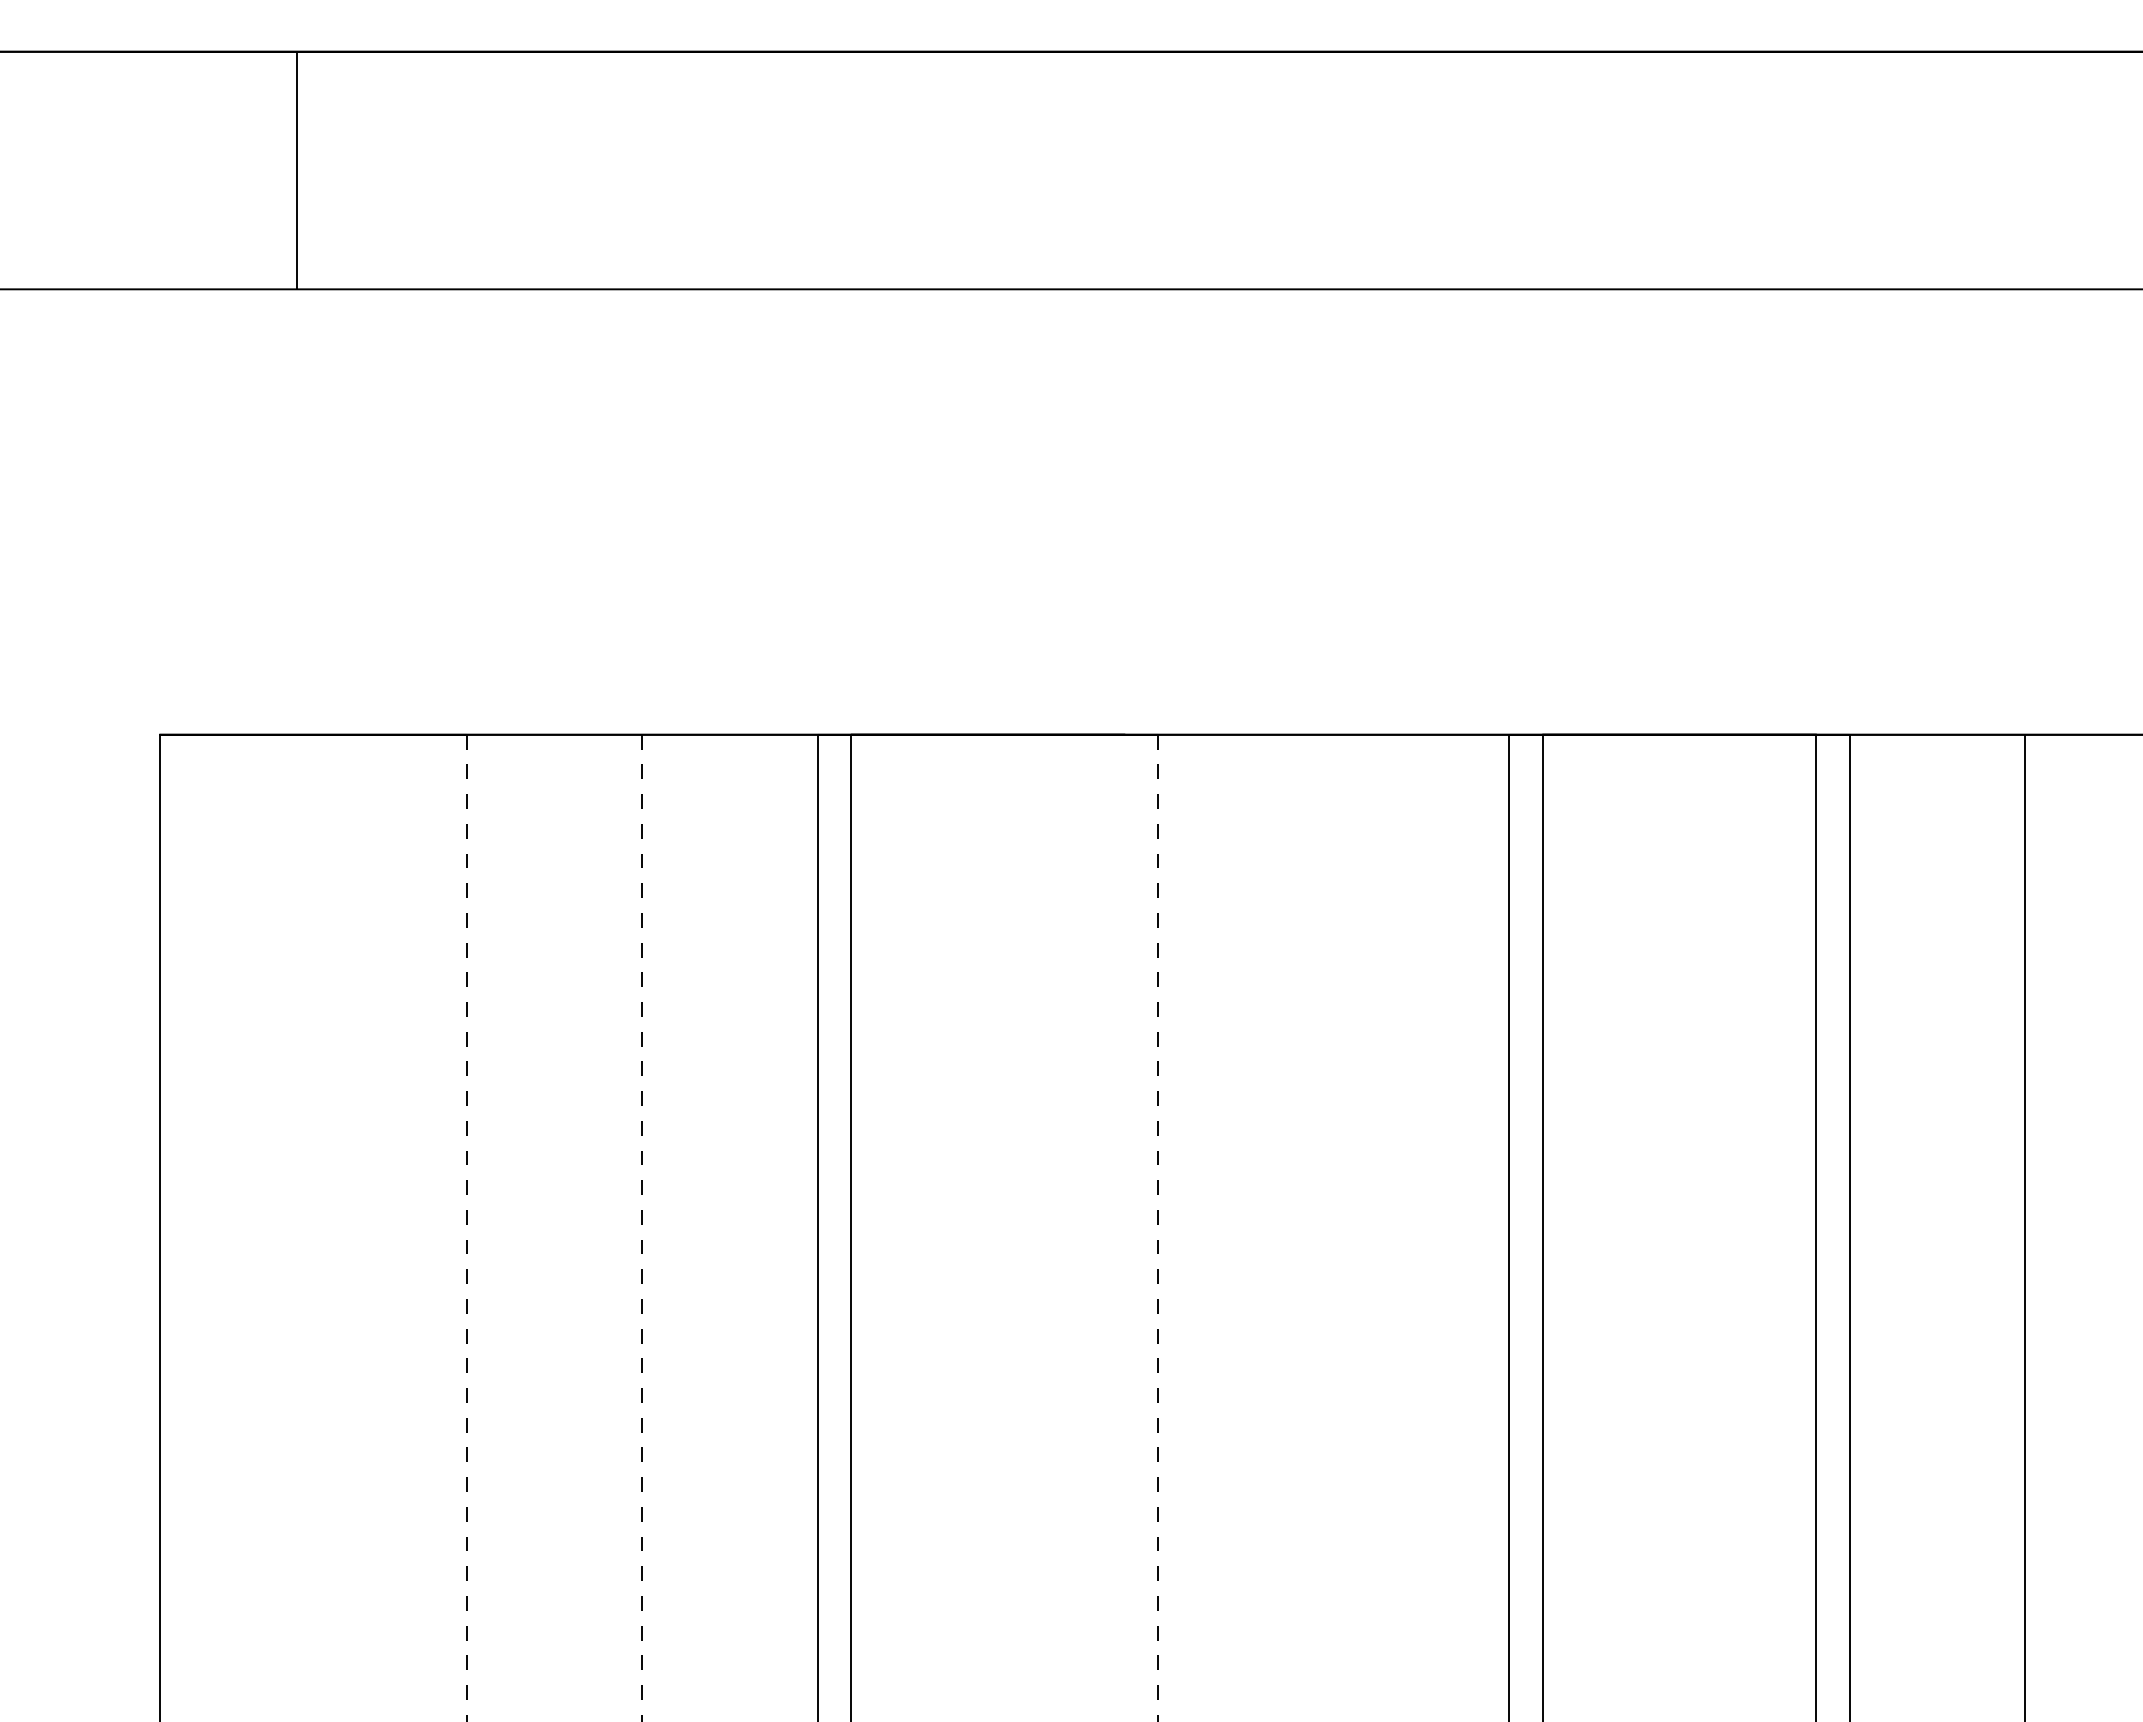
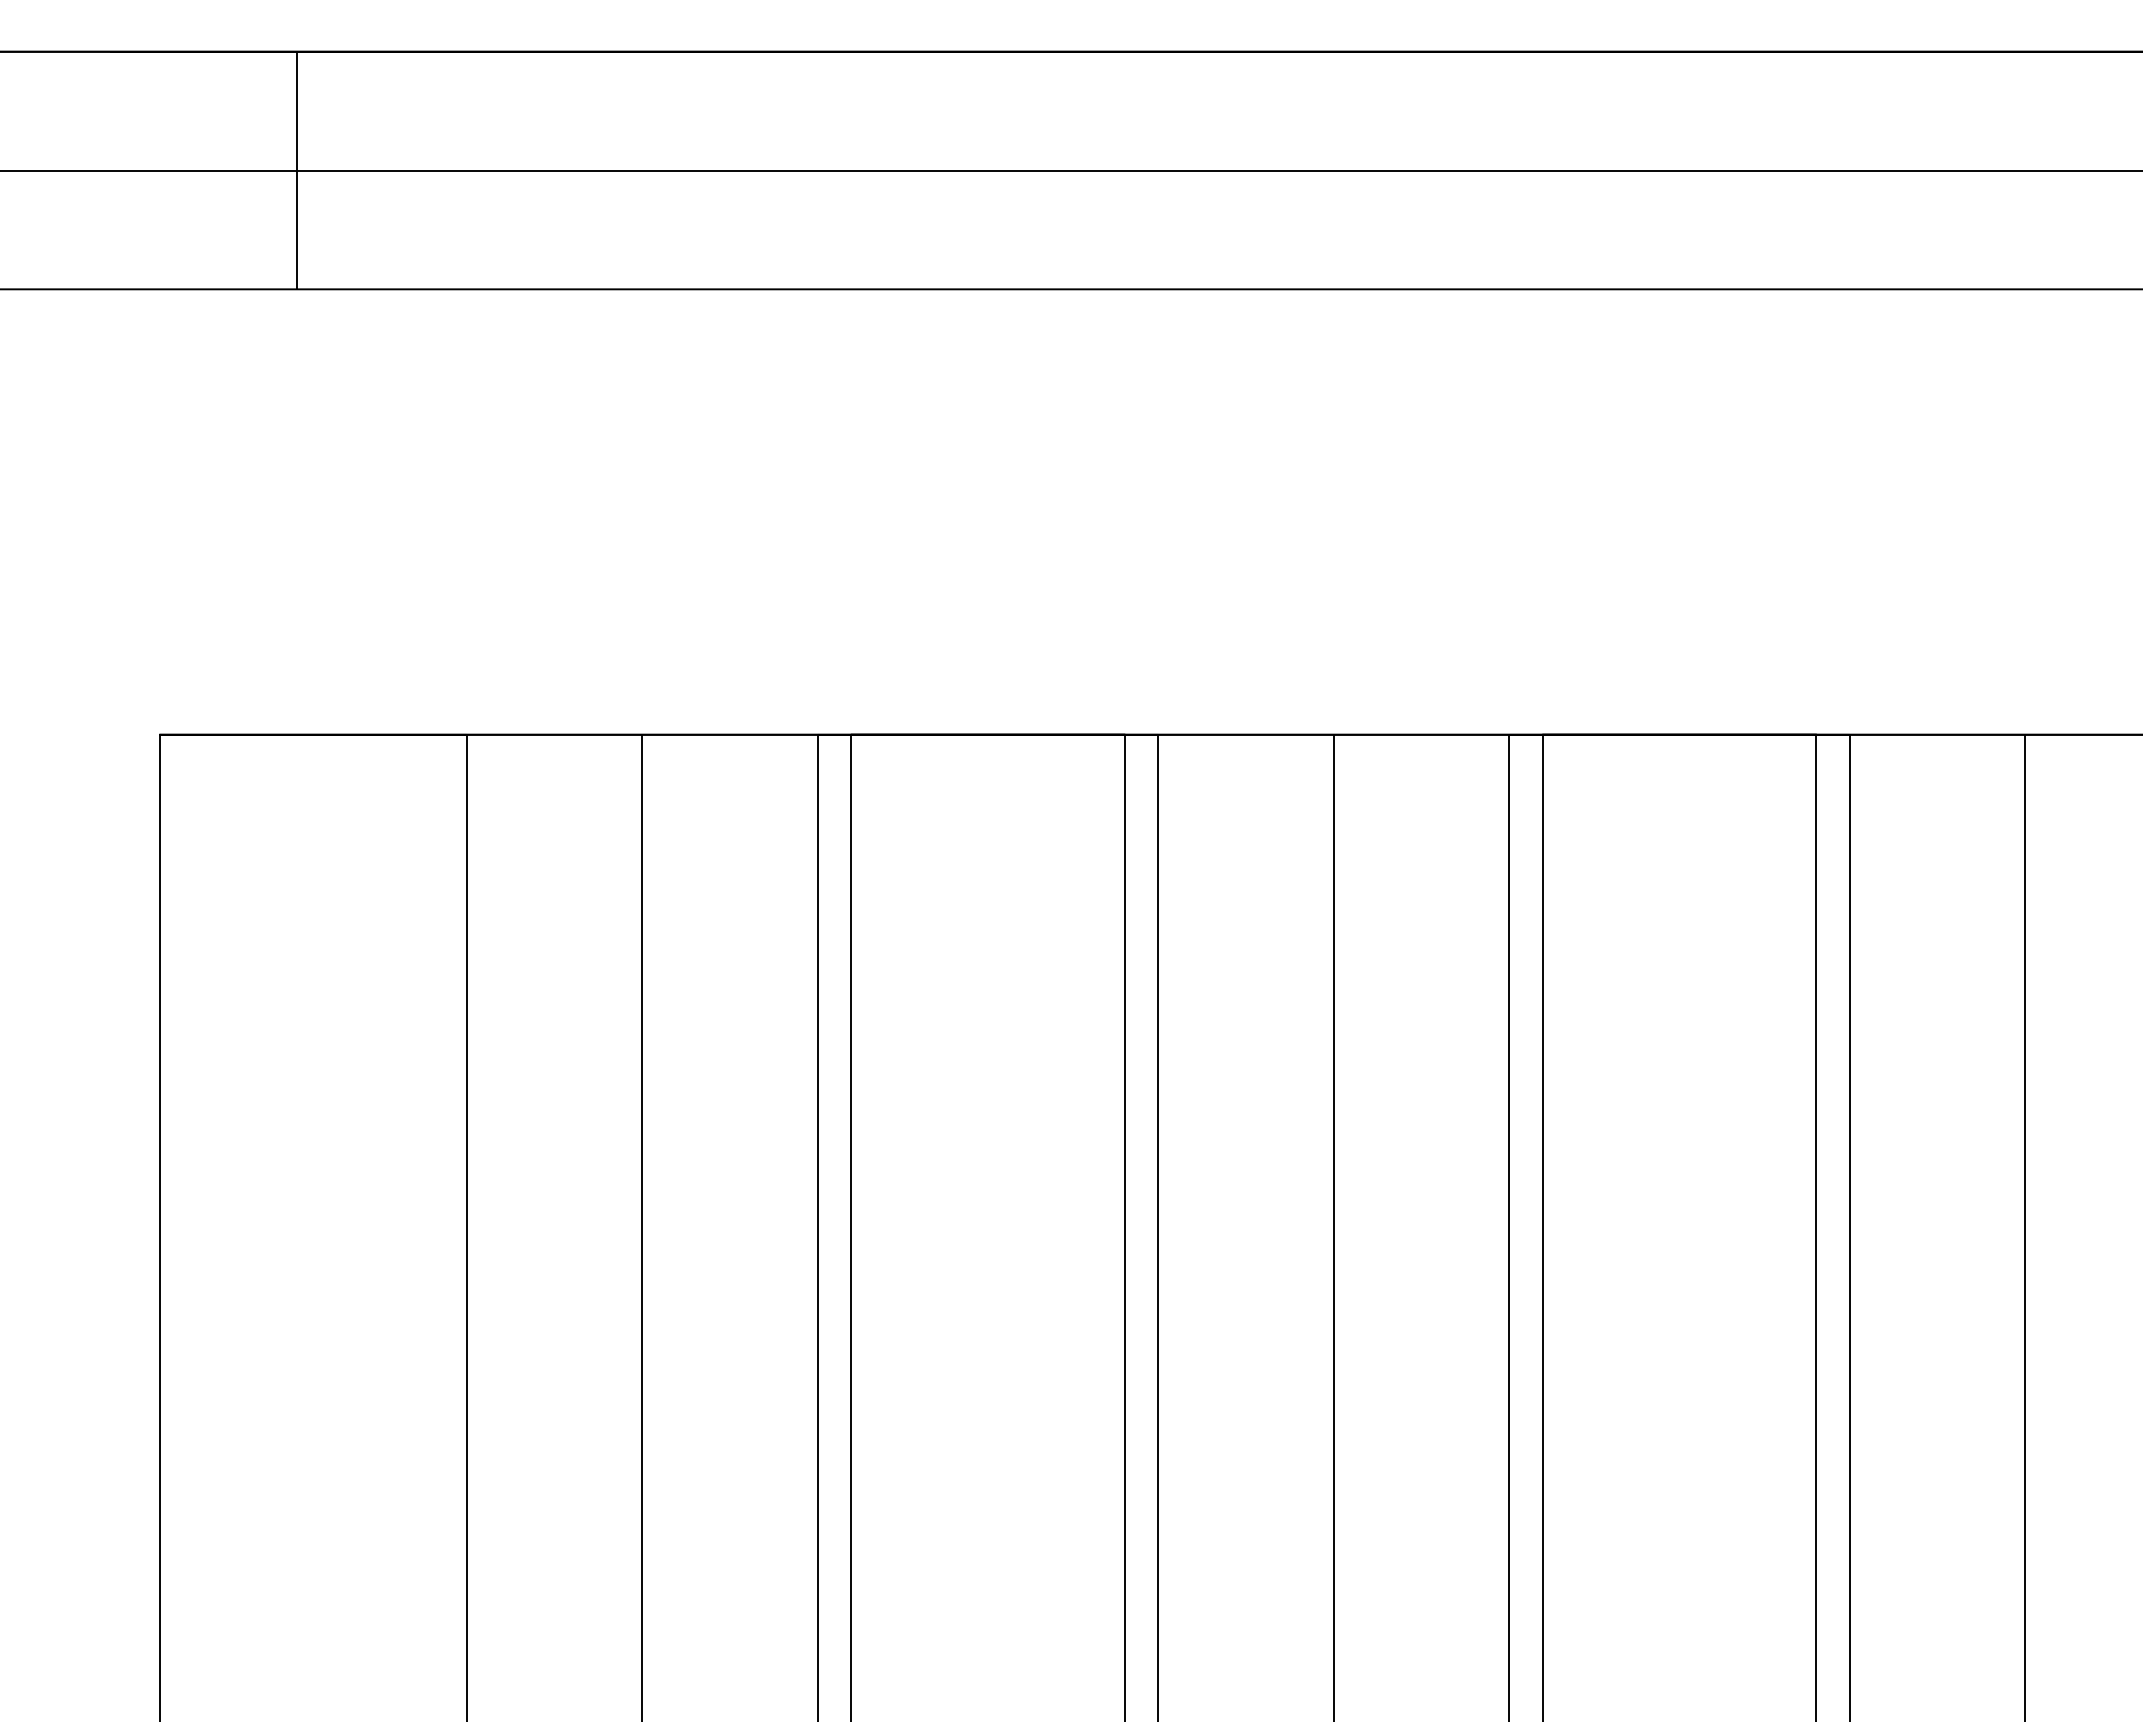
line at (1070, 170): none -> present
line at (1124, 1226): none -> present
line at (1333, 1226): none -> present
line at (466, 1228): dashed -> solid
line at (642, 1228): dashed -> solid
line at (1158, 1228): dashed -> solid
